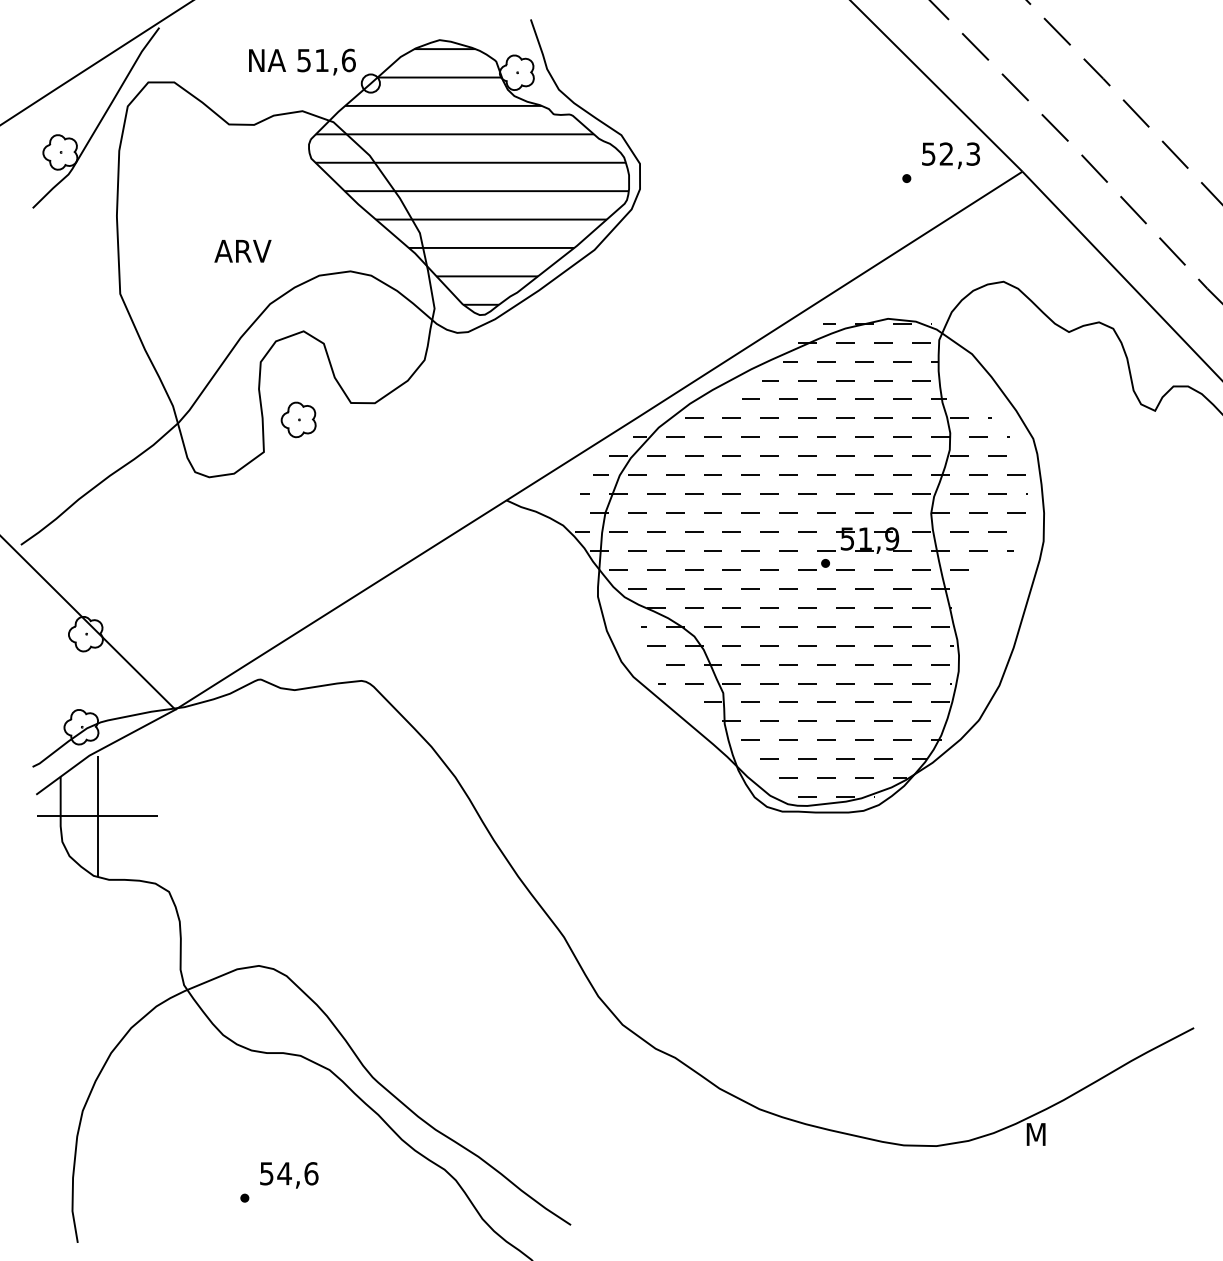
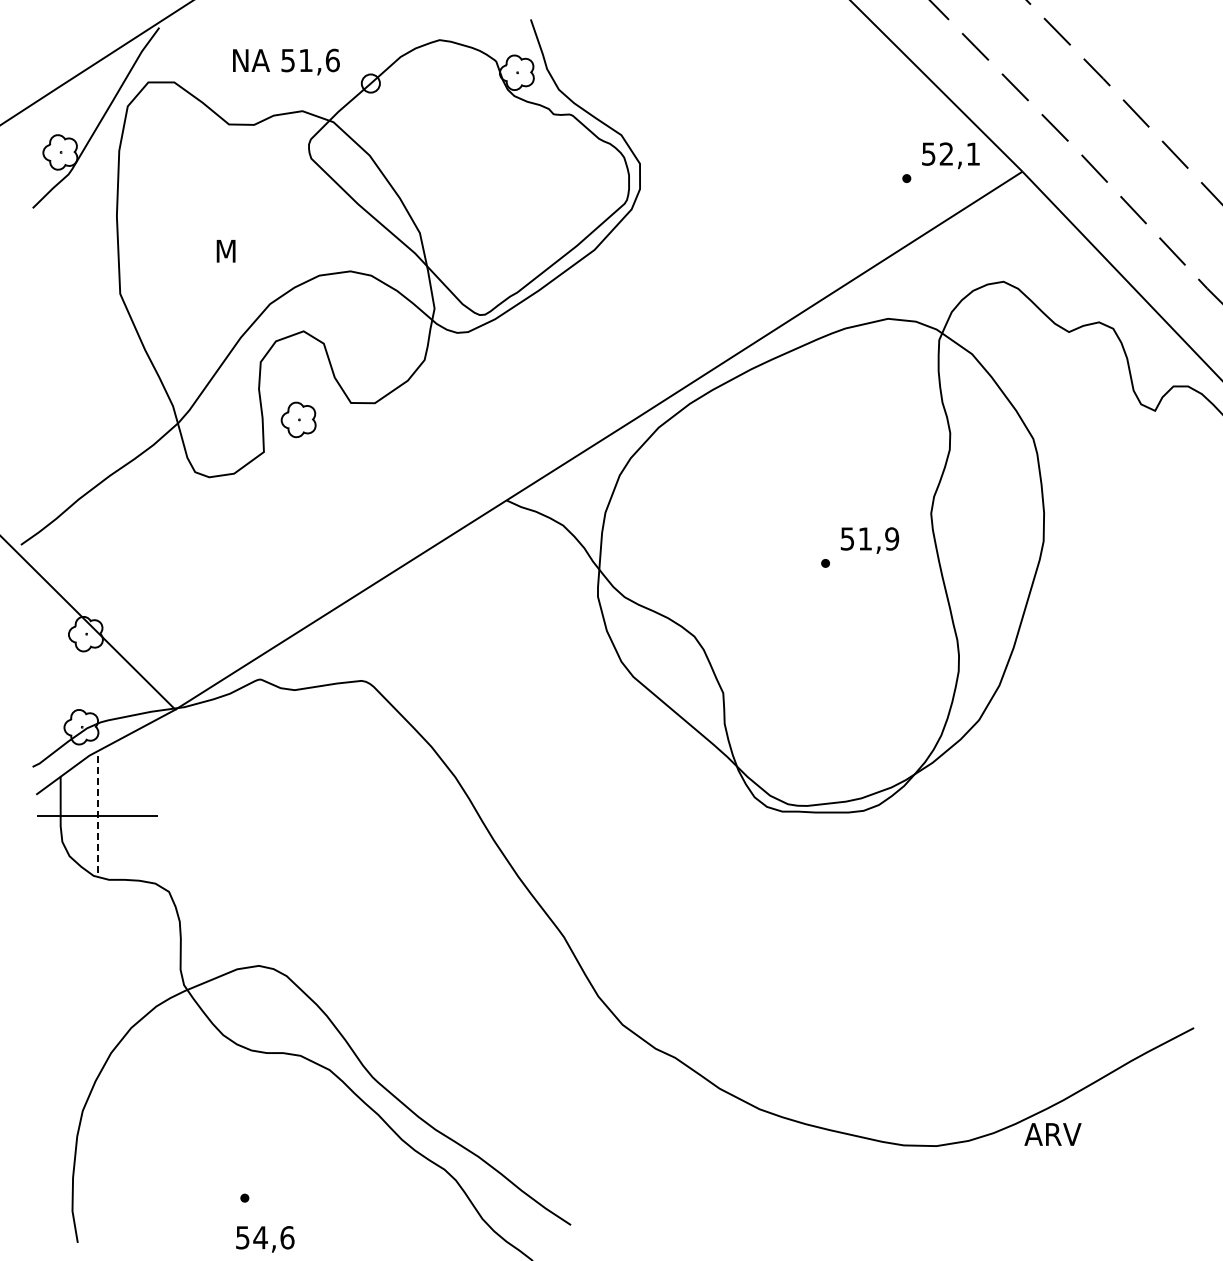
text at (302, 61) position: (302, 61) -> (286, 61)
text at (972, 153): 52,3 -> 52,1
hatch at (471, 176): present -> none
text at (242, 250): ARV -> M
hatch at (801, 560): present -> none
line at (97, 816): solid -> dashed
text at (1052, 1134): M -> ARV
text at (289, 1175) position: (289, 1175) -> (265, 1239)
